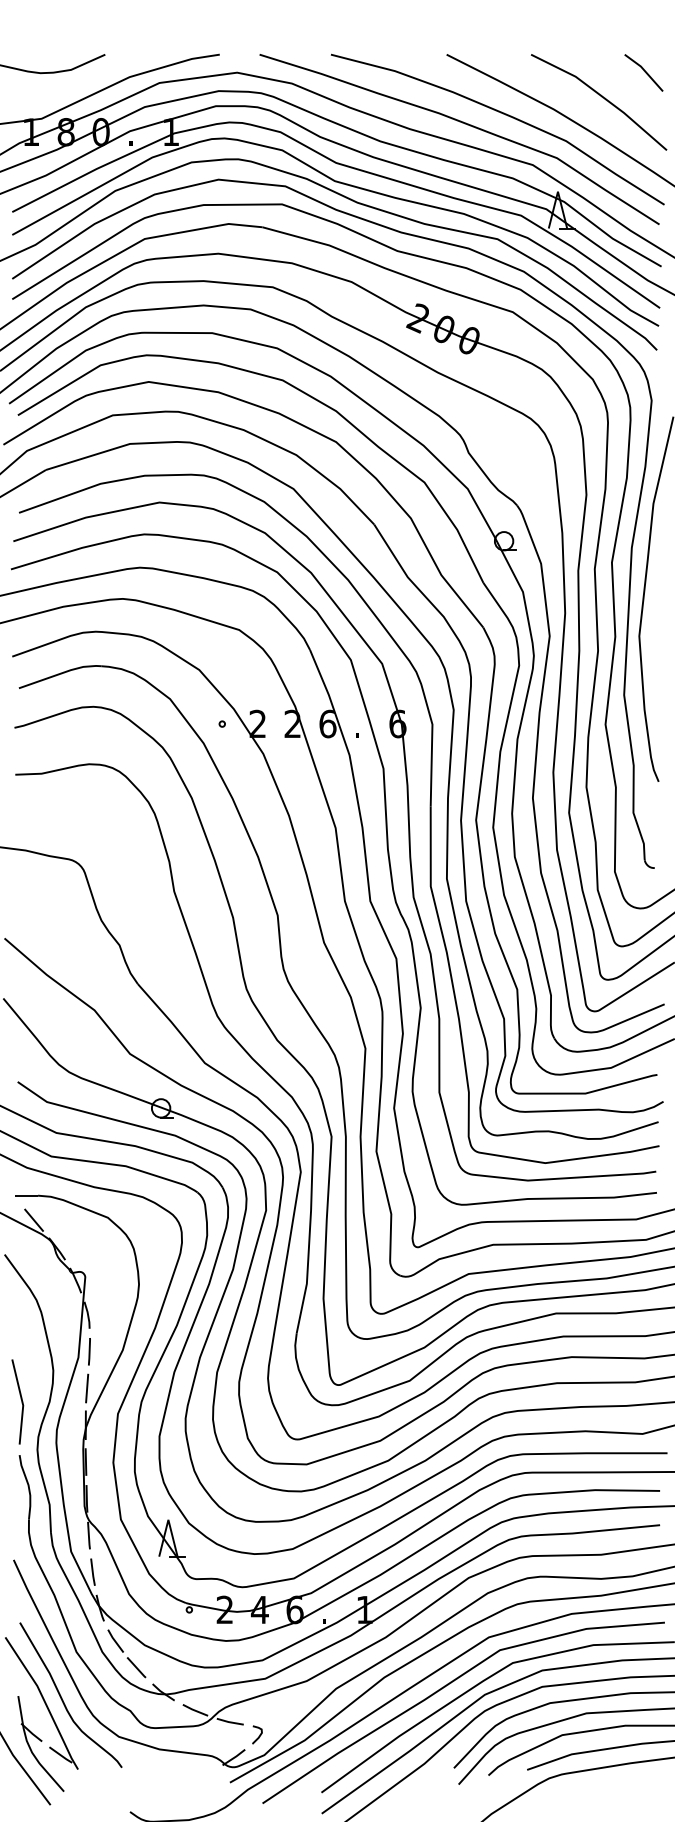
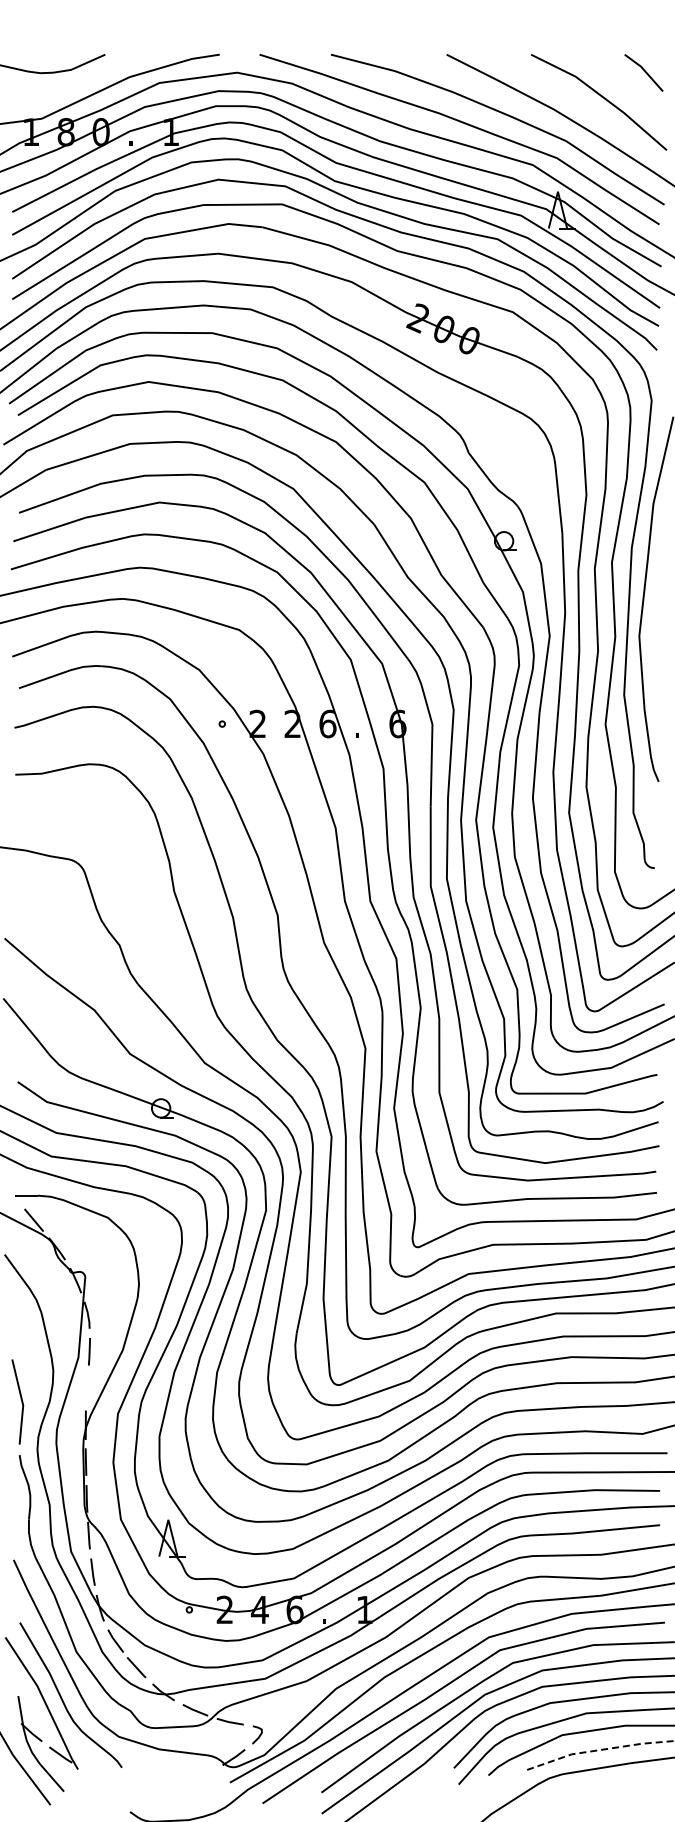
line at (87, 1388): present -> none
line at (600, 1750): solid -> dashed
